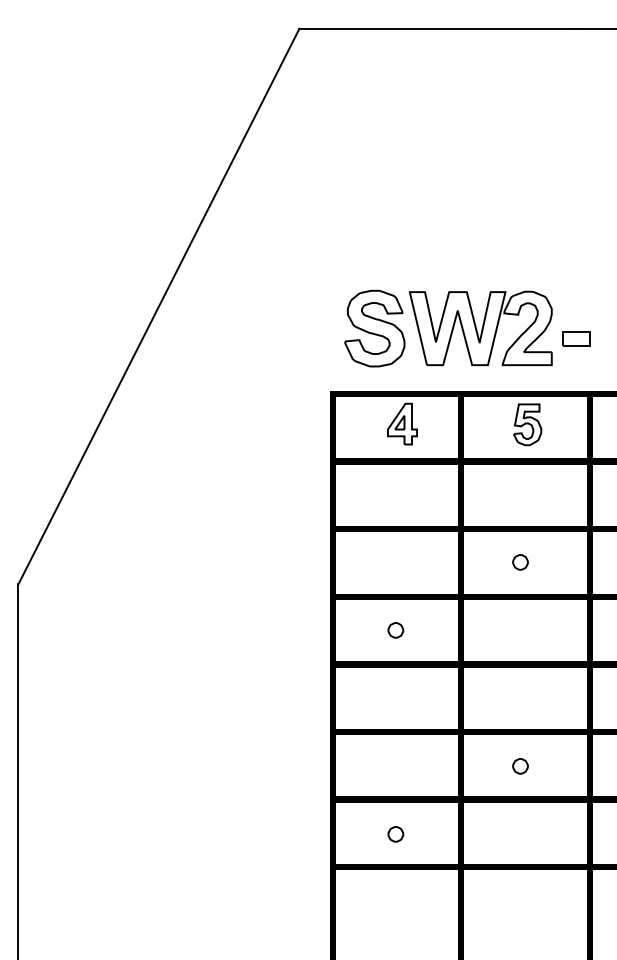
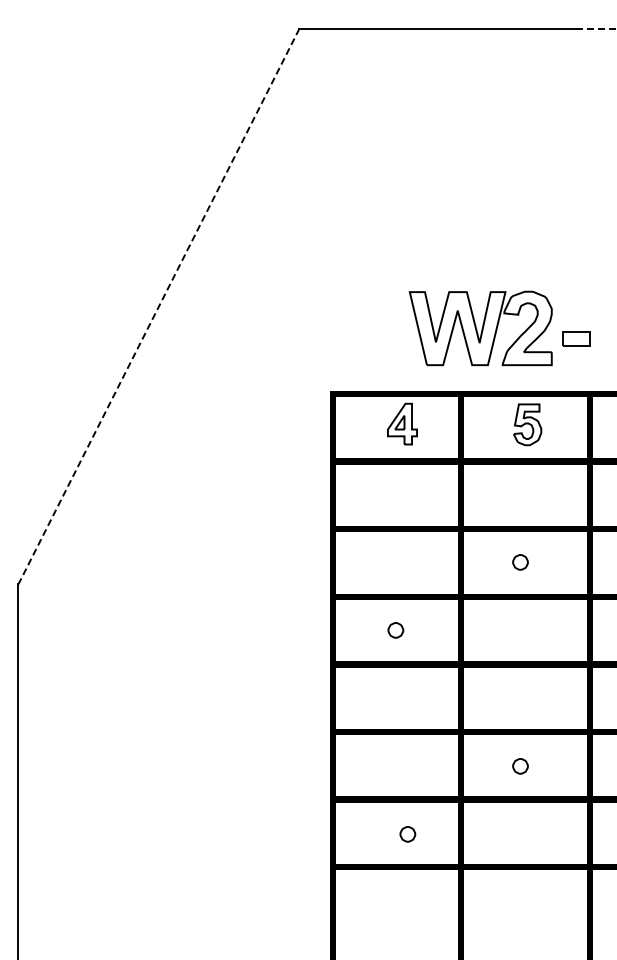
line at (596, 28): solid -> dashed
line at (158, 307): solid -> dashed
part at (374, 328): present -> none
part at (395, 834) position: (395, 834) -> (407, 834)
